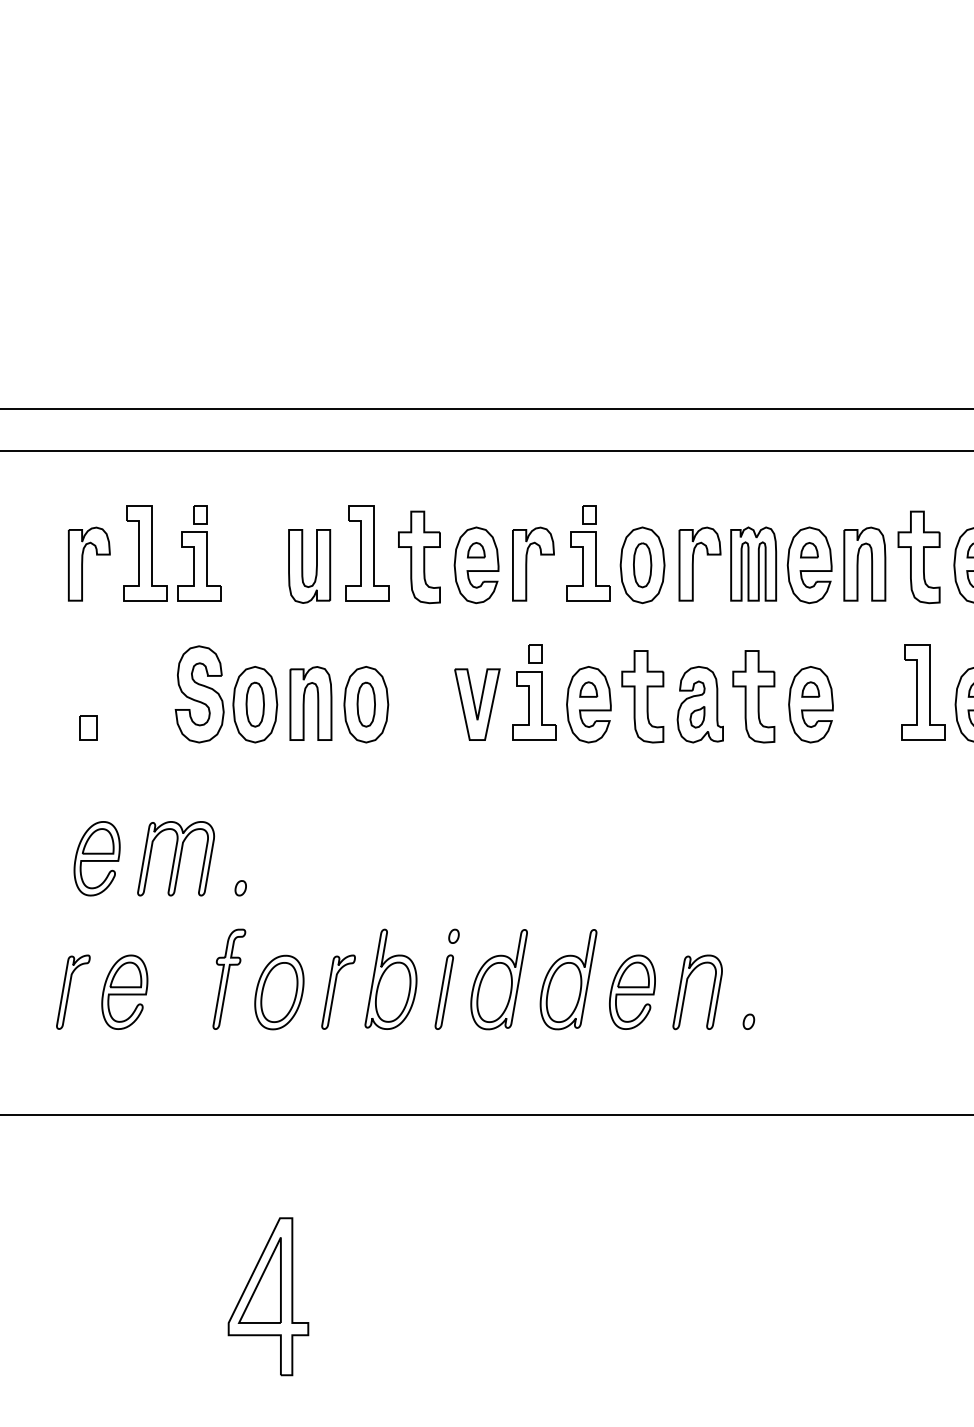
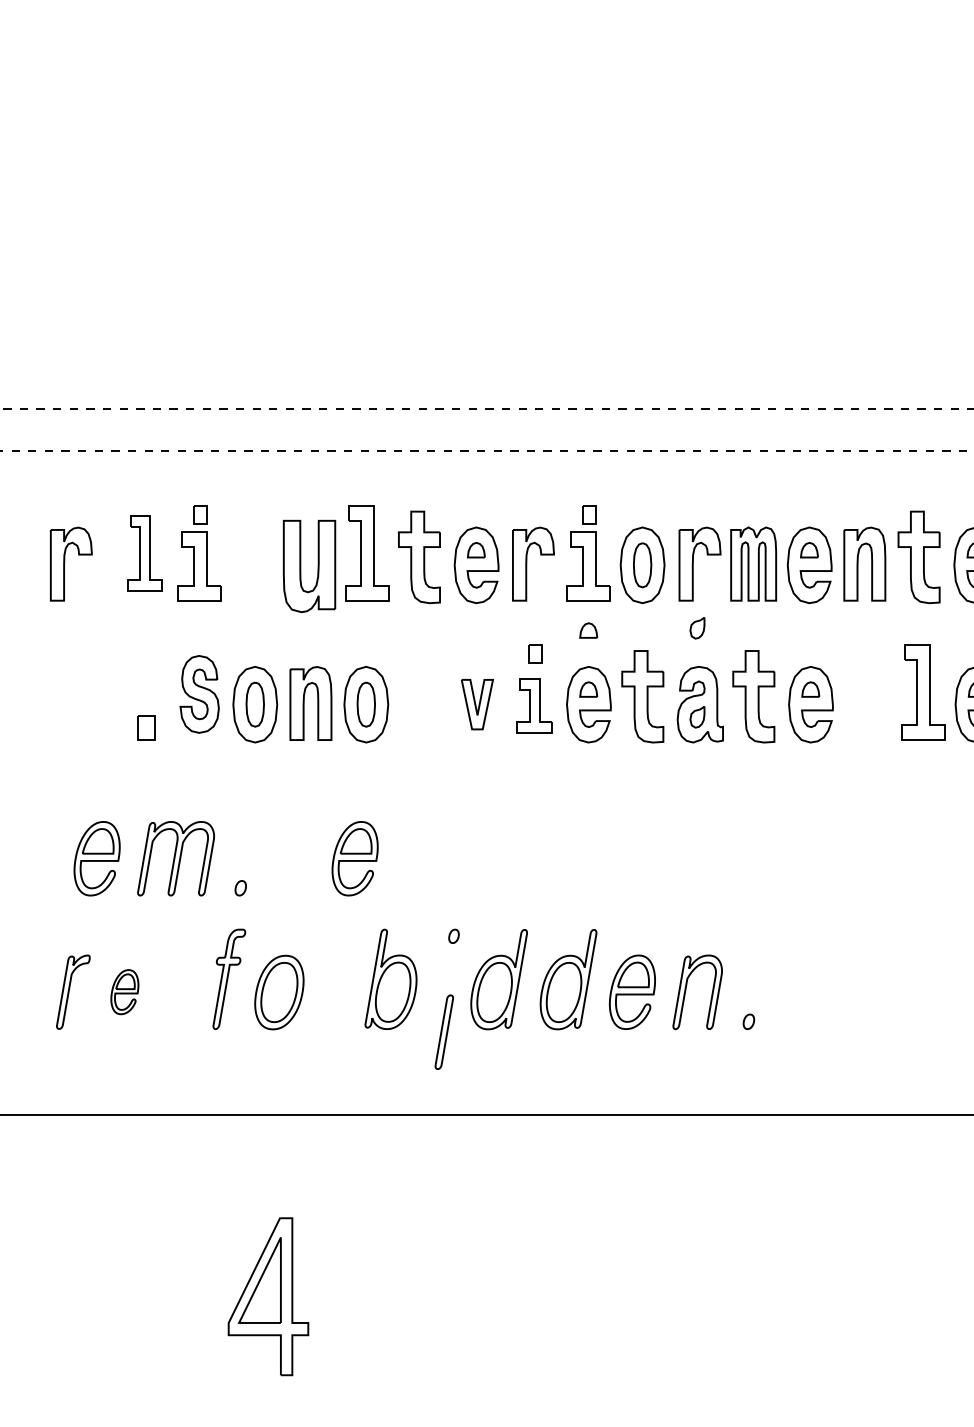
line at (487, 409): solid -> dashed
line at (487, 450): solid -> dashed
part at (145, 553) size: 45x97 px -> 36x77 px
part at (83, 562) position: (83, 562) -> (65, 562)
part at (309, 566) size: 44x75 px -> 55x95 px
part at (697, 628): none -> present
part at (588, 630): none -> present
part at (199, 694) size: 51x99 px -> 41x79 px
part at (477, 704) size: 47x73 px -> 33x52 px
part at (534, 705) size: 45x70 px -> 37x56 px
part at (88, 727) position: (88, 727) -> (146, 727)
part at (354, 858): none -> present
part at (124, 991) size: 48x76 px -> 30x47 px
part at (338, 991): present -> none
part at (443, 991) position: (443, 991) -> (443, 1031)
